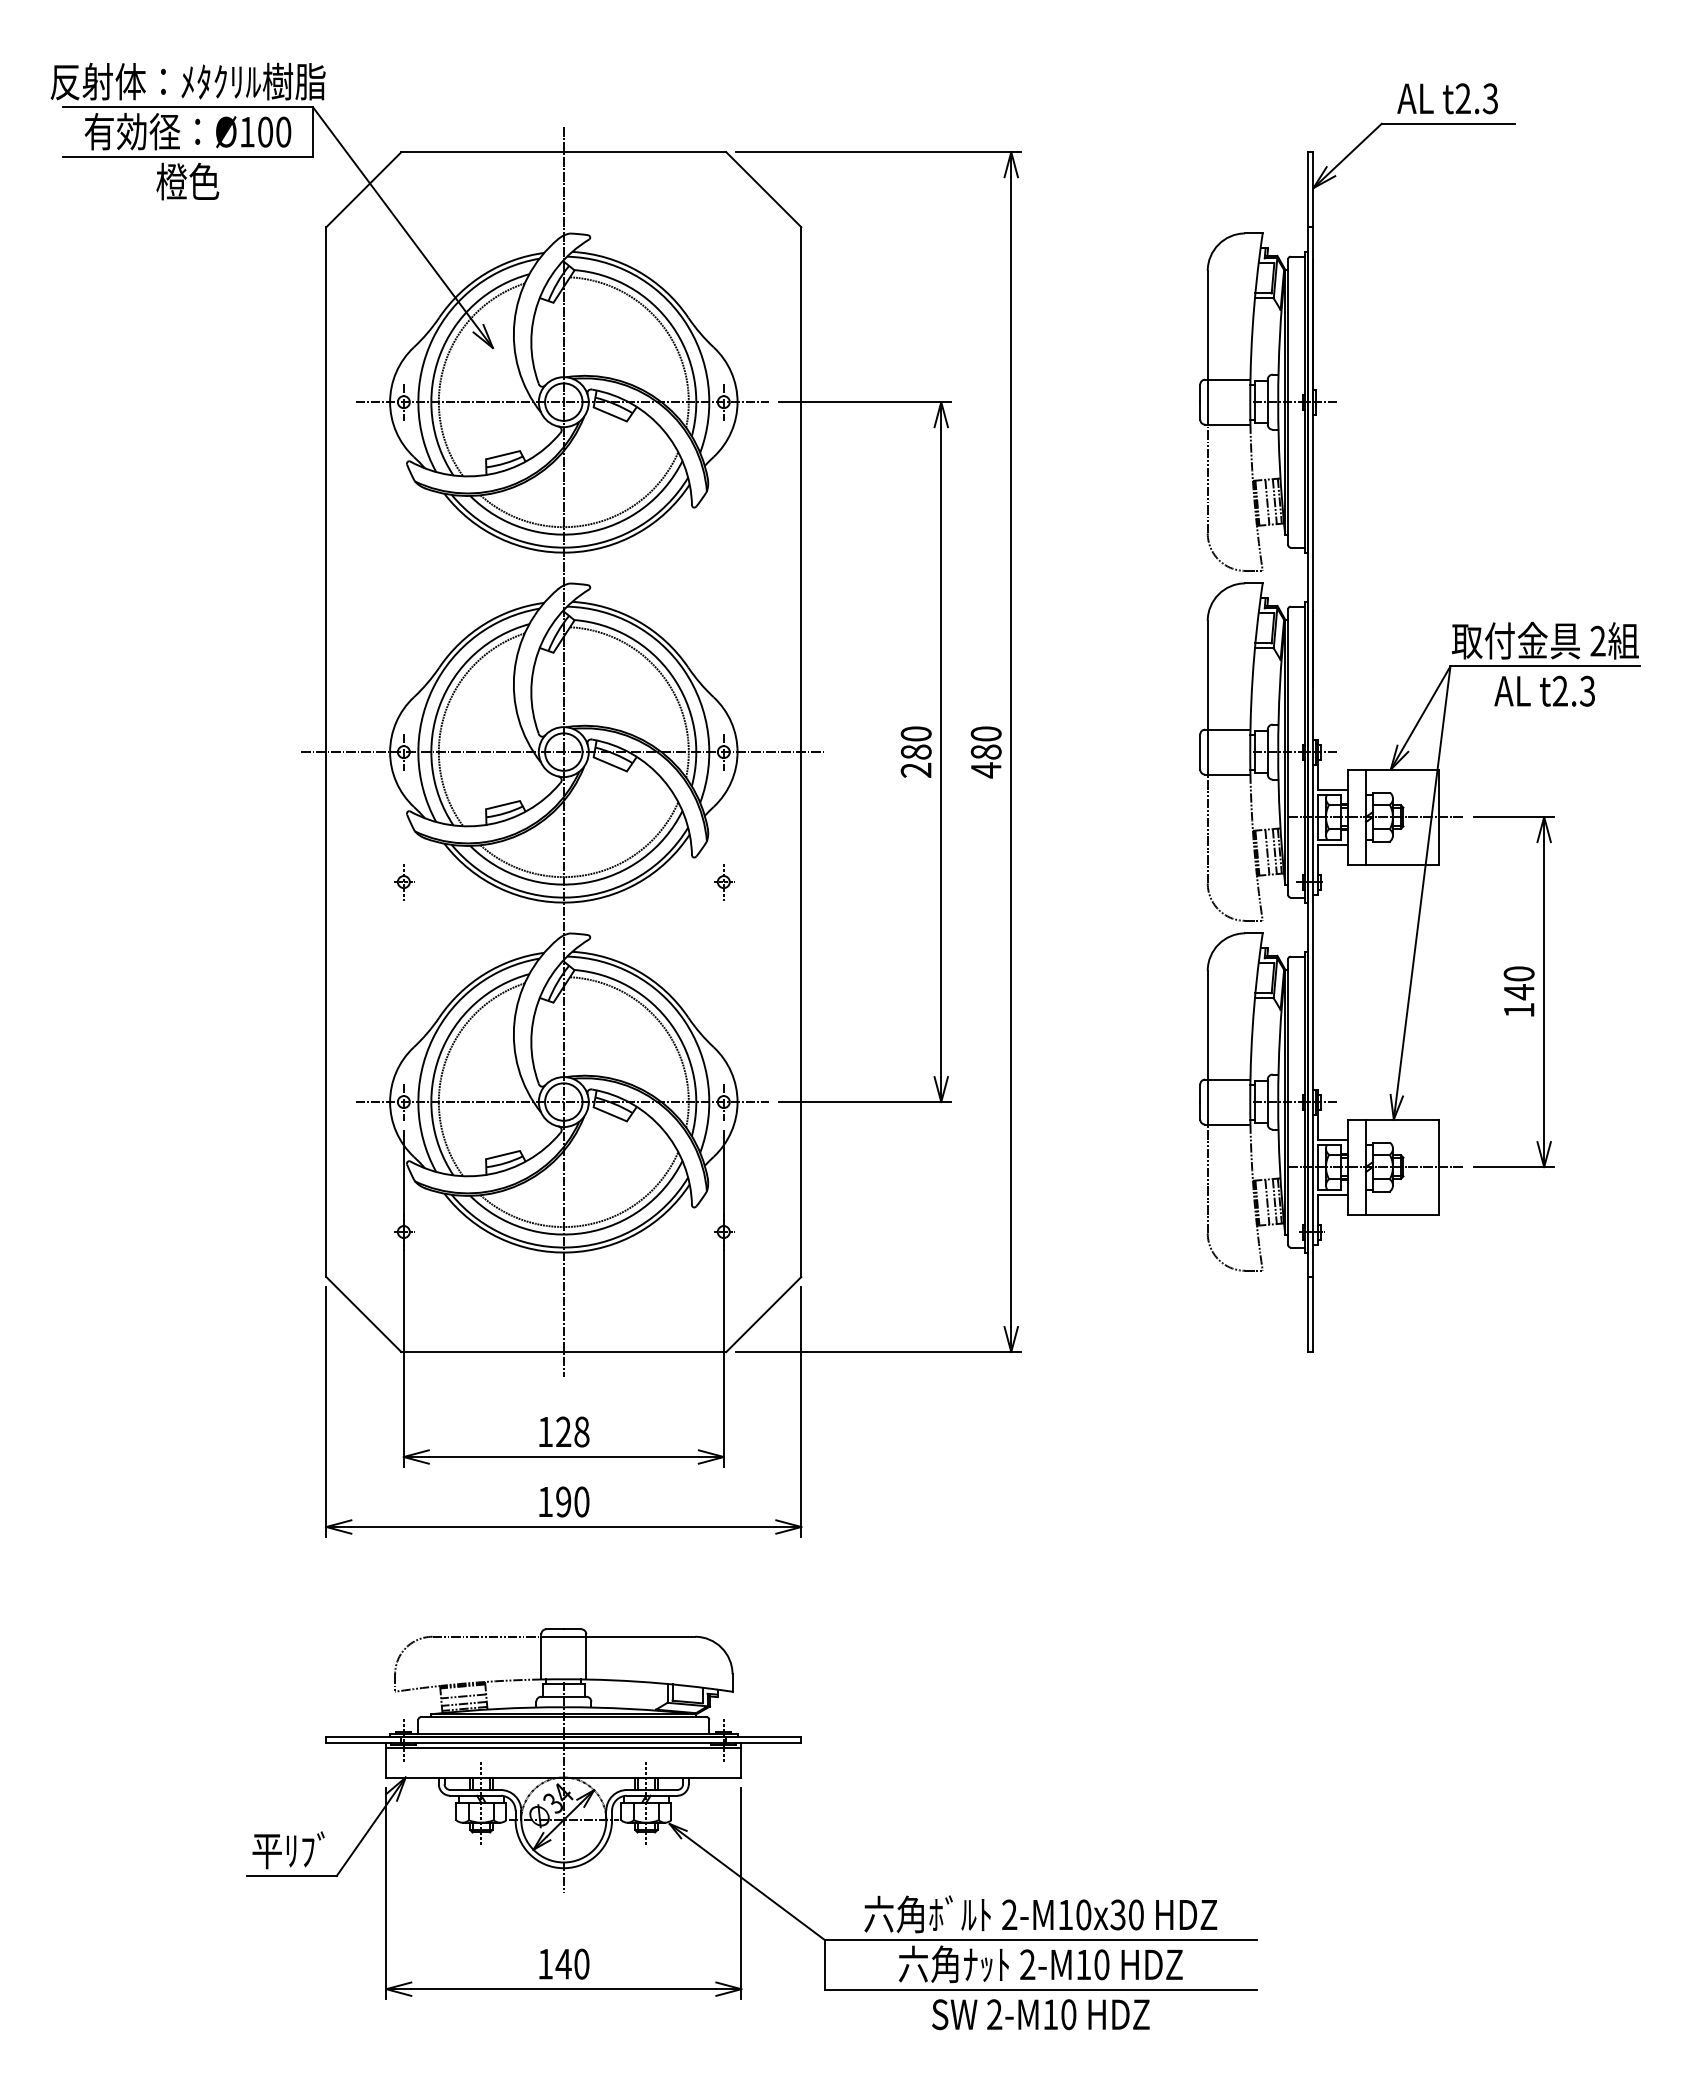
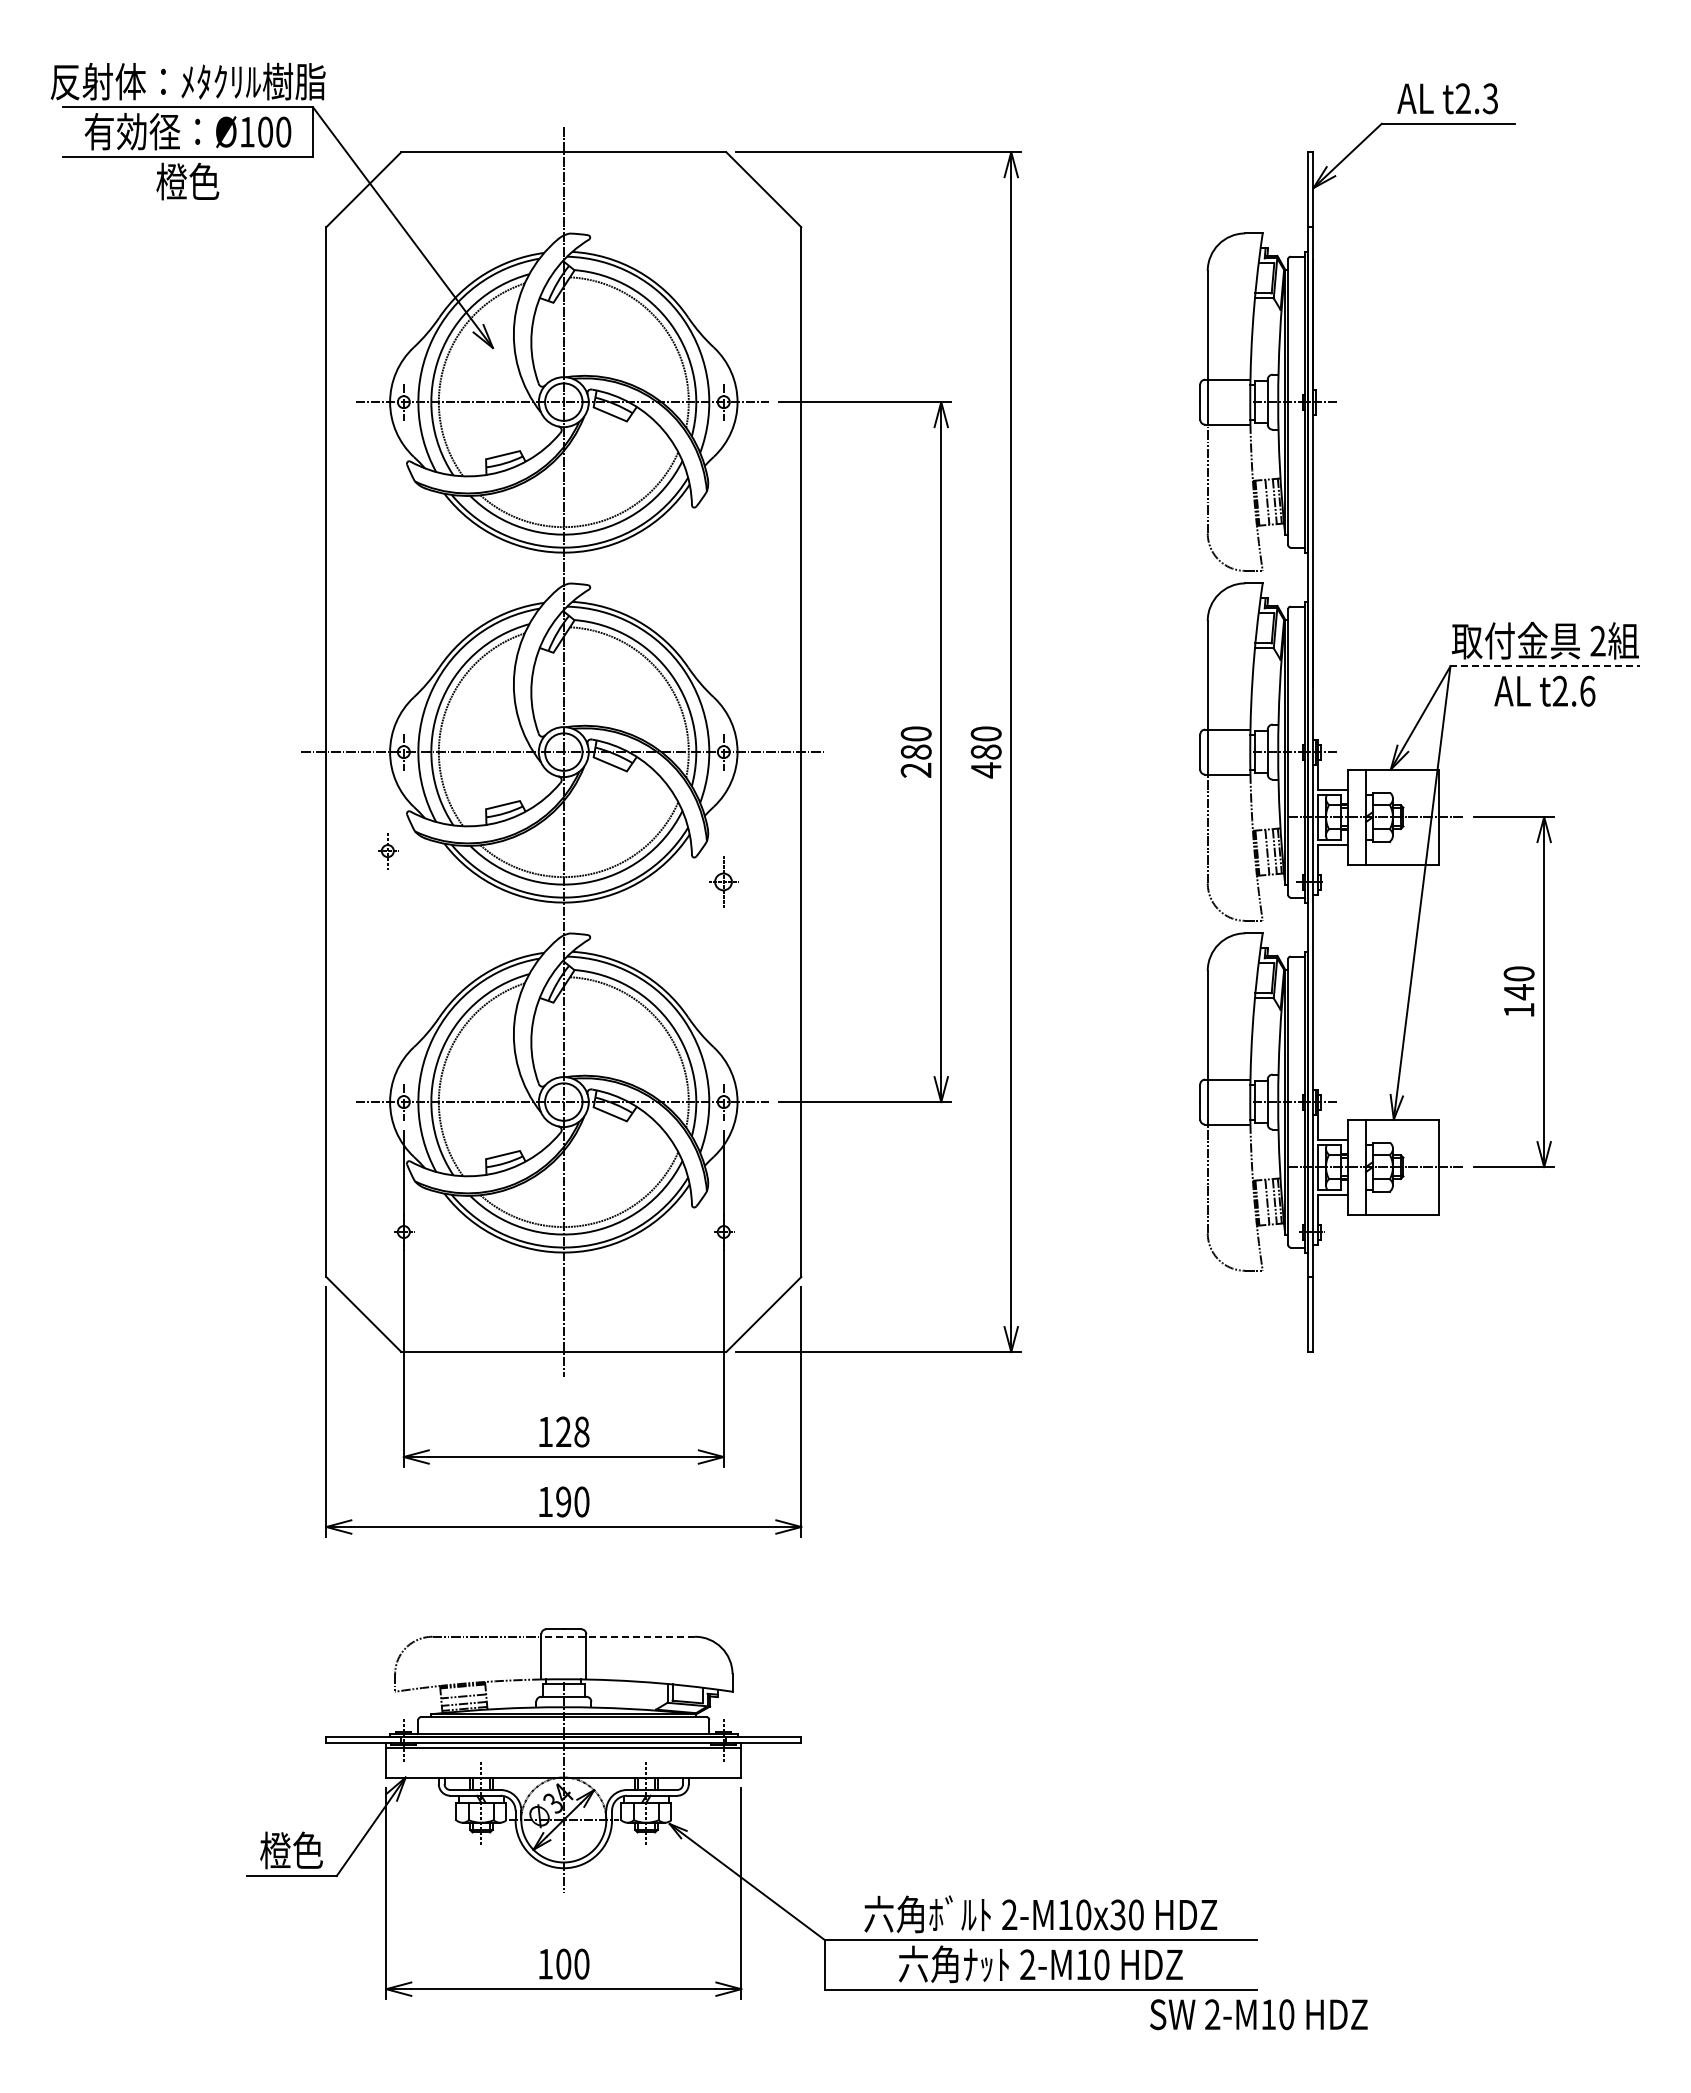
line at (1545, 666): solid -> dashed
text at (1587, 690): t2.3 -> t2.6
part at (404, 882) position: (404, 882) -> (388, 851)
part at (724, 882) size: 21x37 px -> 30x52 px
line at (618, 1636): solid -> dashed
text at (288, 1850): 平ﾘﾌﾞ -> 橙色
text at (563, 1963): 140 -> 100
text at (1040, 2014) position: (1040, 2014) -> (1258, 2014)
